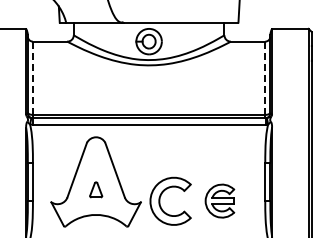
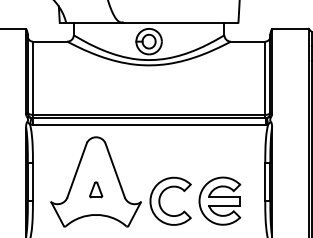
line at (32, 78): dashed -> solid
line at (265, 78): dashed -> solid
part at (219, 200) size: 32x36 px -> 44x50 px
